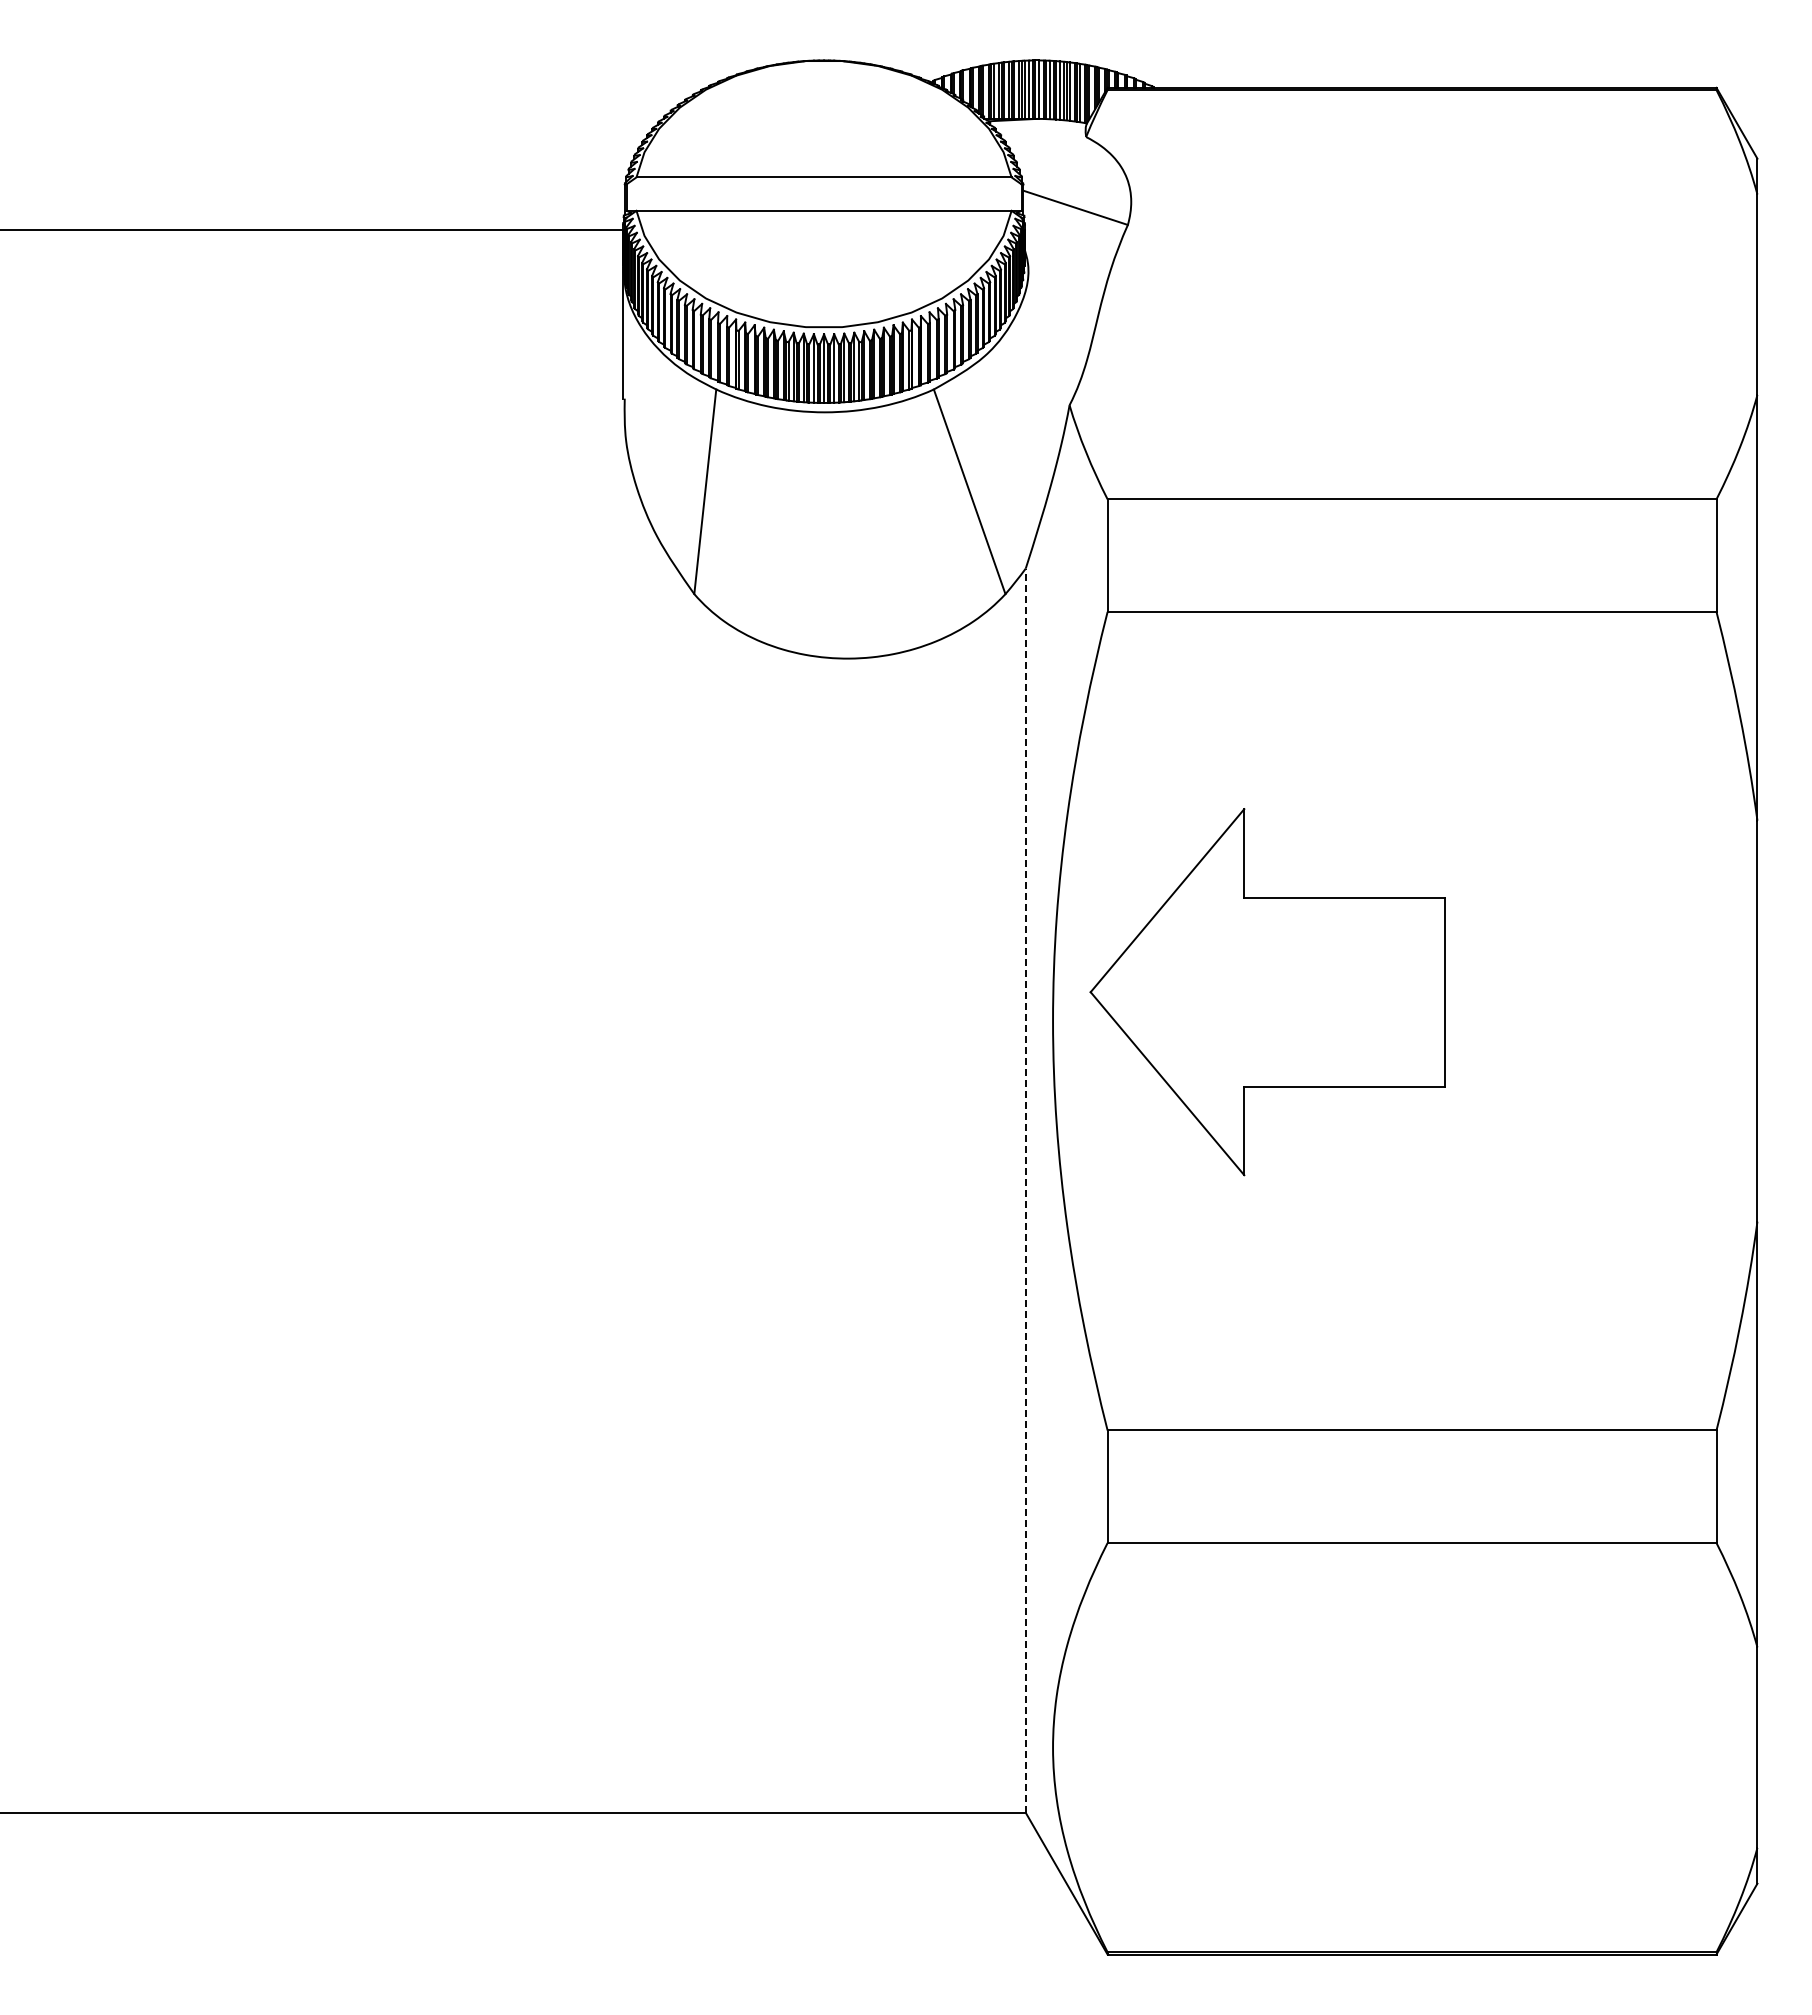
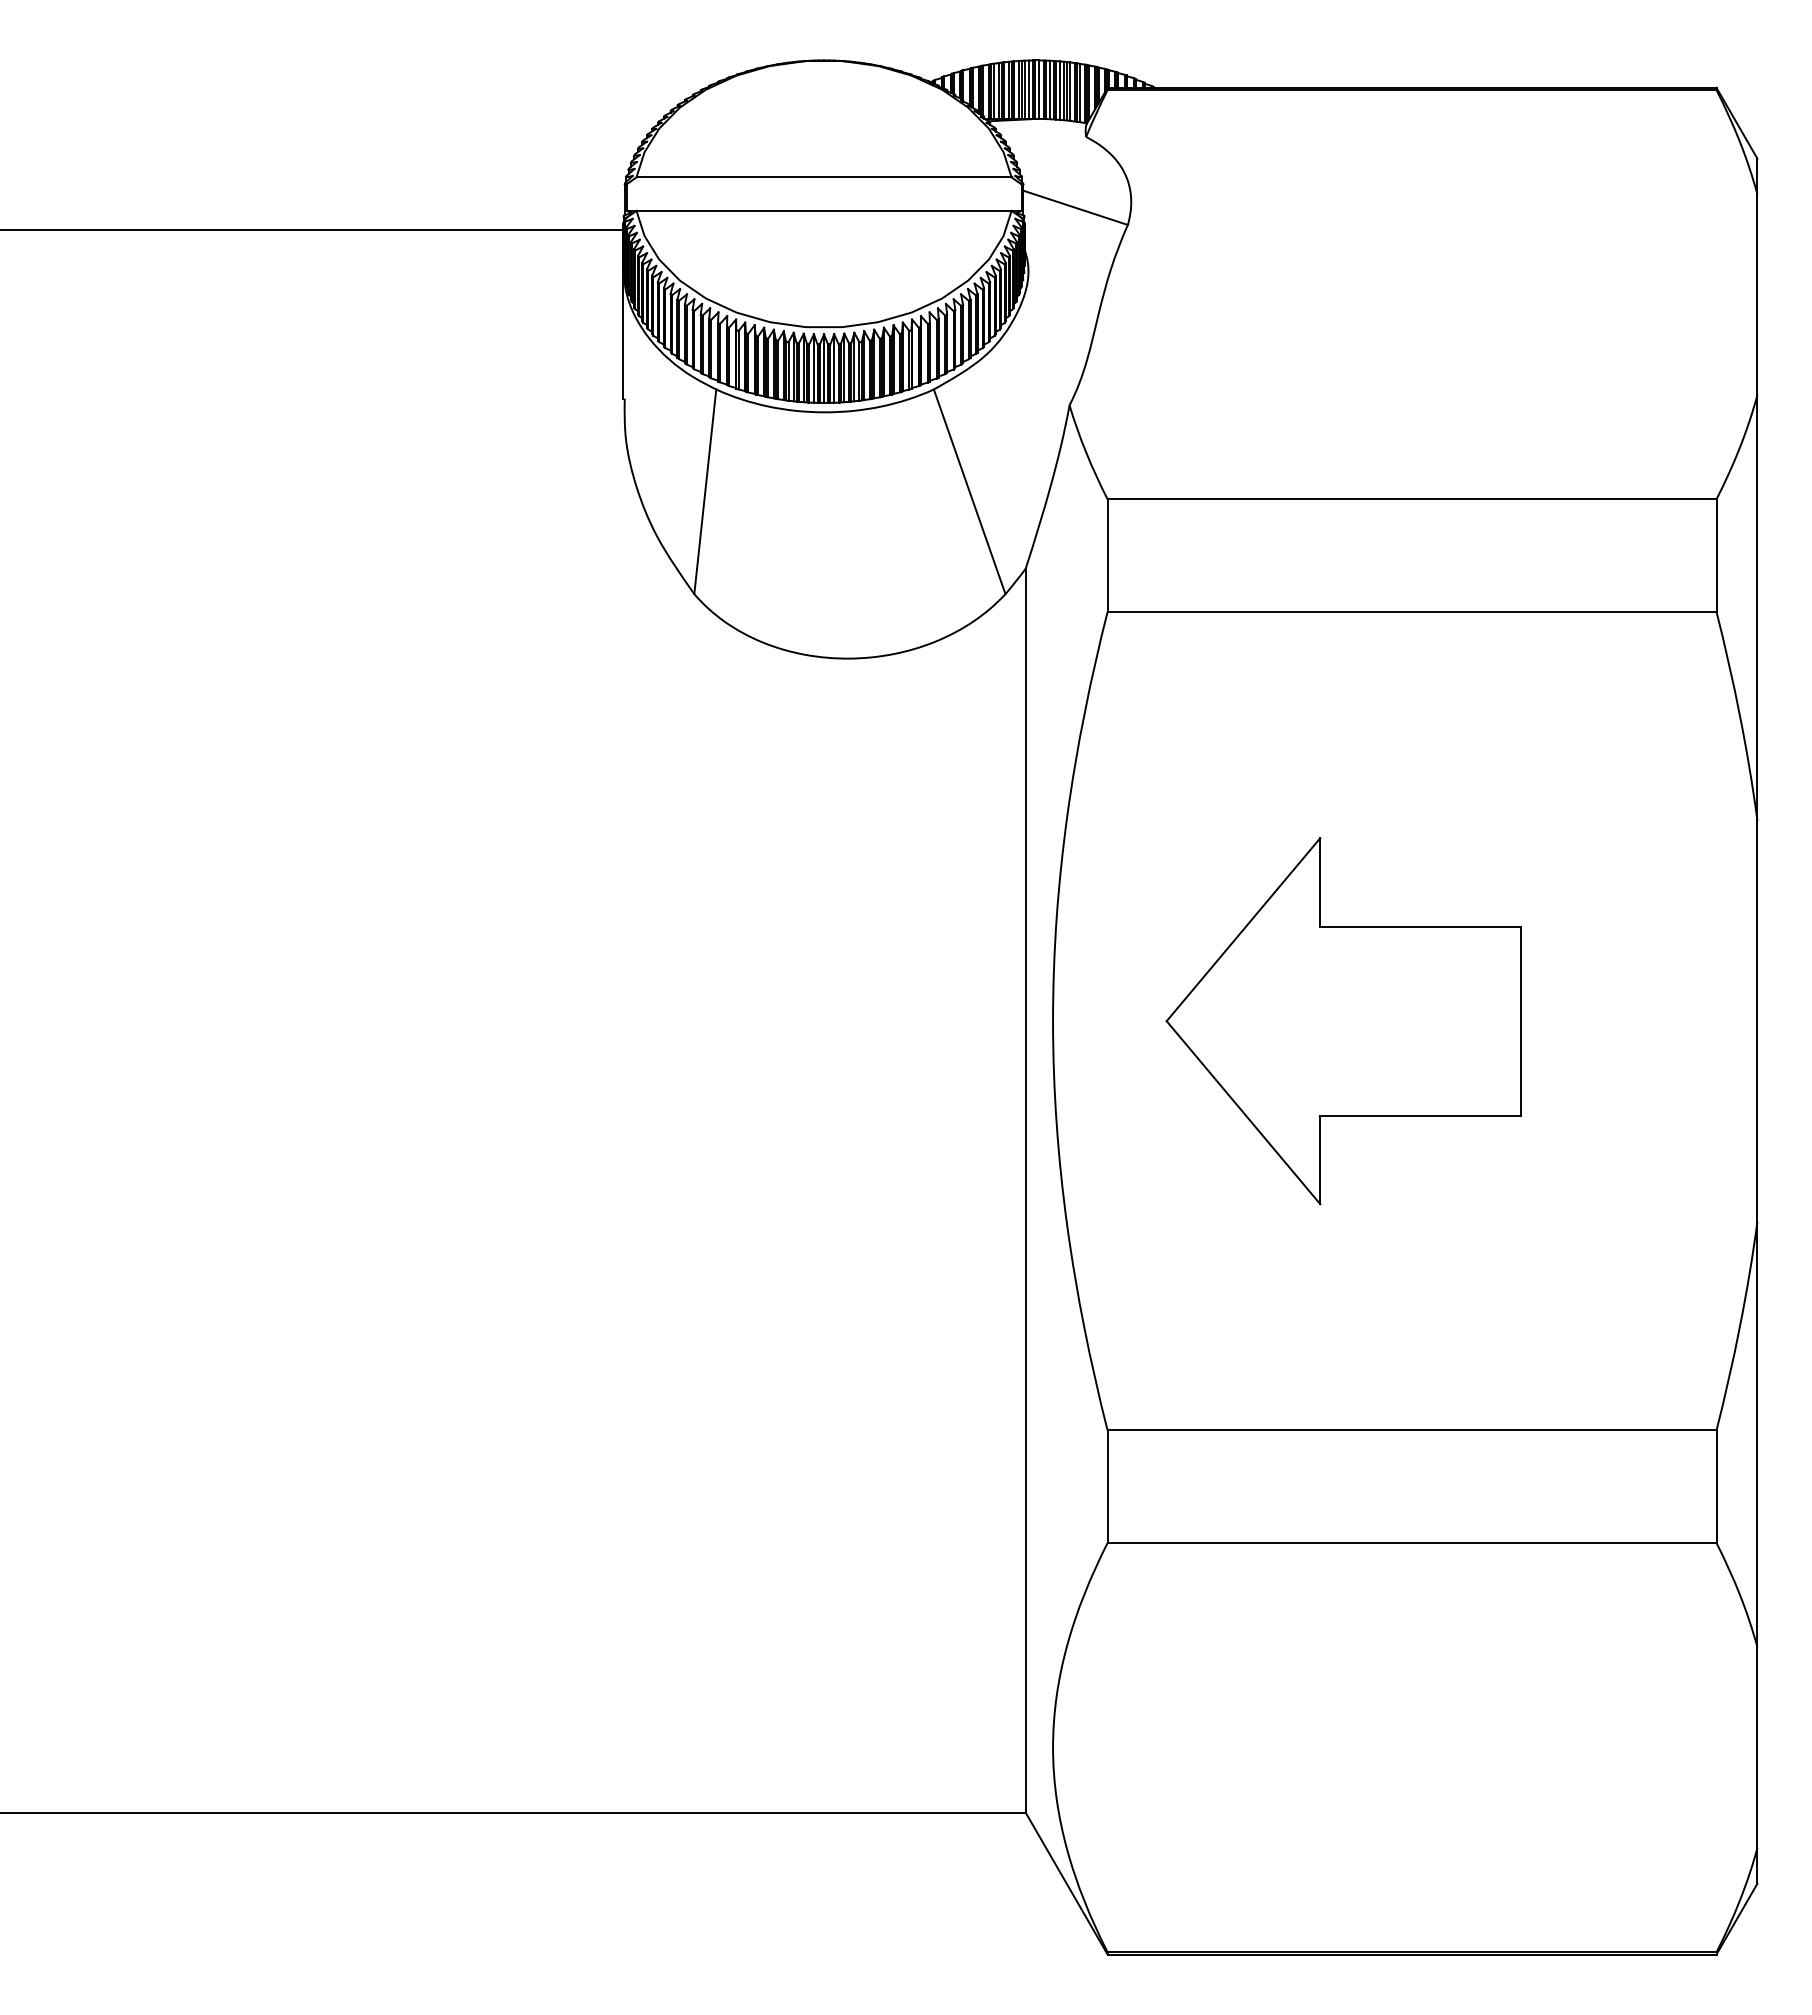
part at (1267, 992) position: (1267, 992) -> (1343, 1021)
line at (1025, 1190): dashed -> solid
